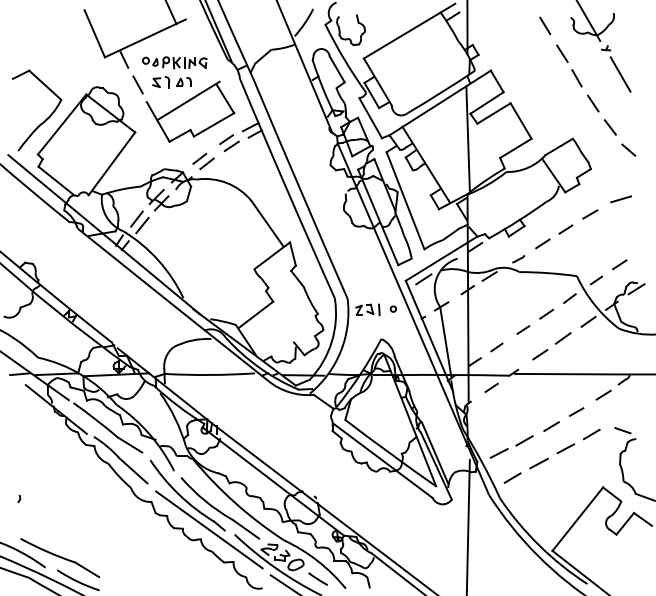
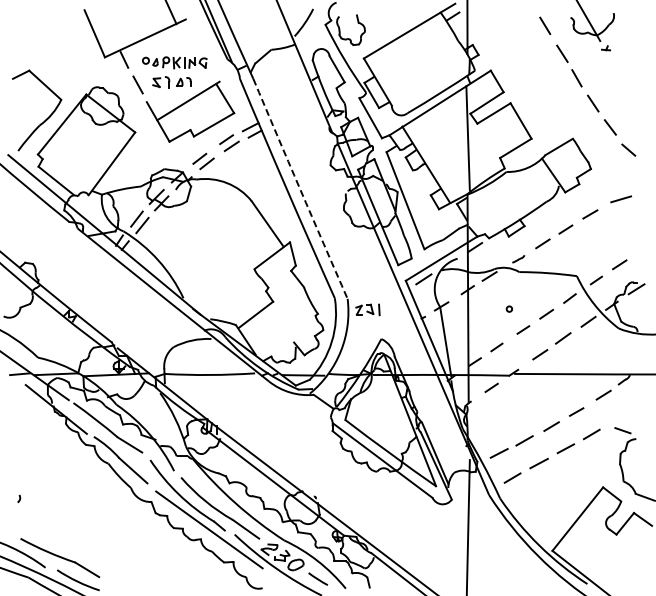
line at (620, 74): present -> none
arc at (300, 189): solid -> dashed
circle at (392, 308) position: (392, 308) -> (508, 308)
line at (283, 583): present -> none
